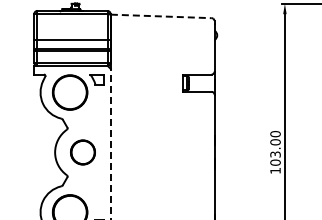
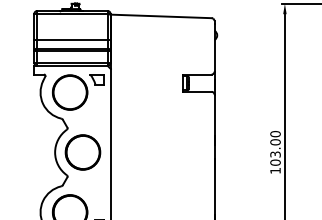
line at (161, 16): dashed -> solid
line at (110, 144): dashed -> solid
part at (82, 152) size: 26x27 px -> 38x37 px
